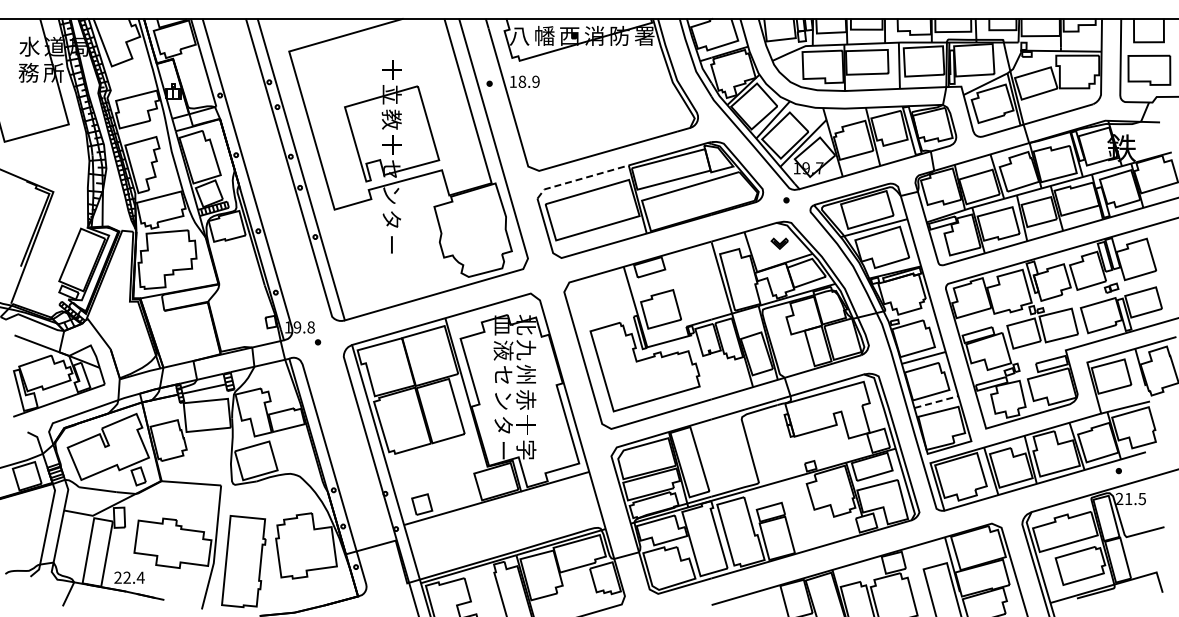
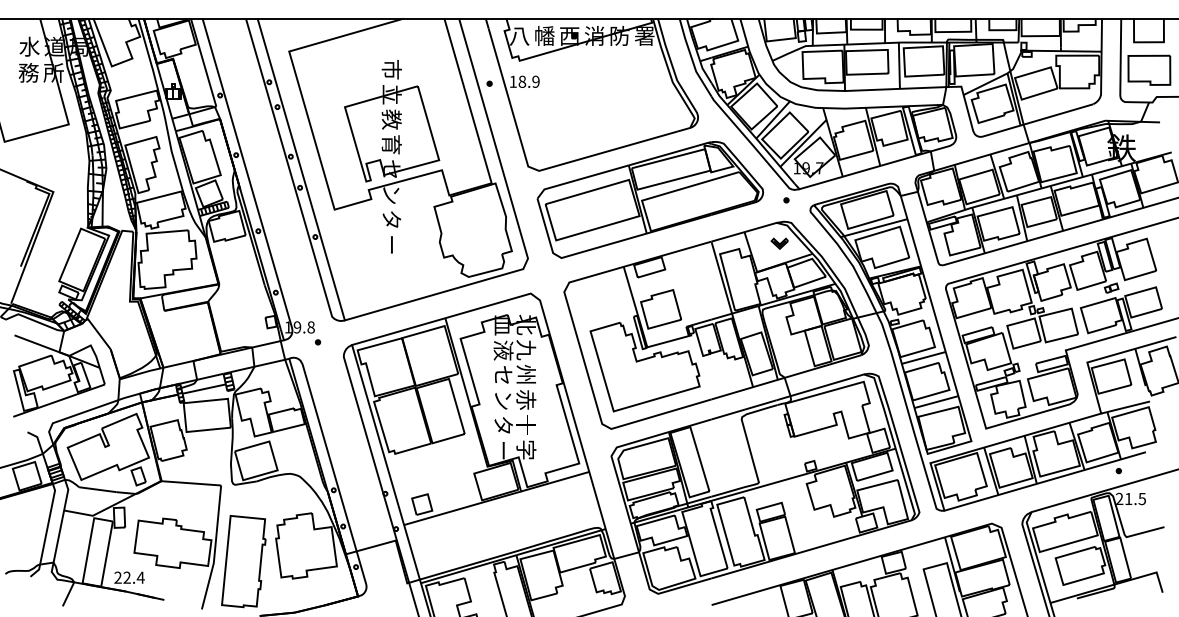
text at (391, 69): 十 -> 市
text at (391, 144): 十 -> 育
line at (580, 179): dashed -> solid
line at (936, 402): dashed -> solid
